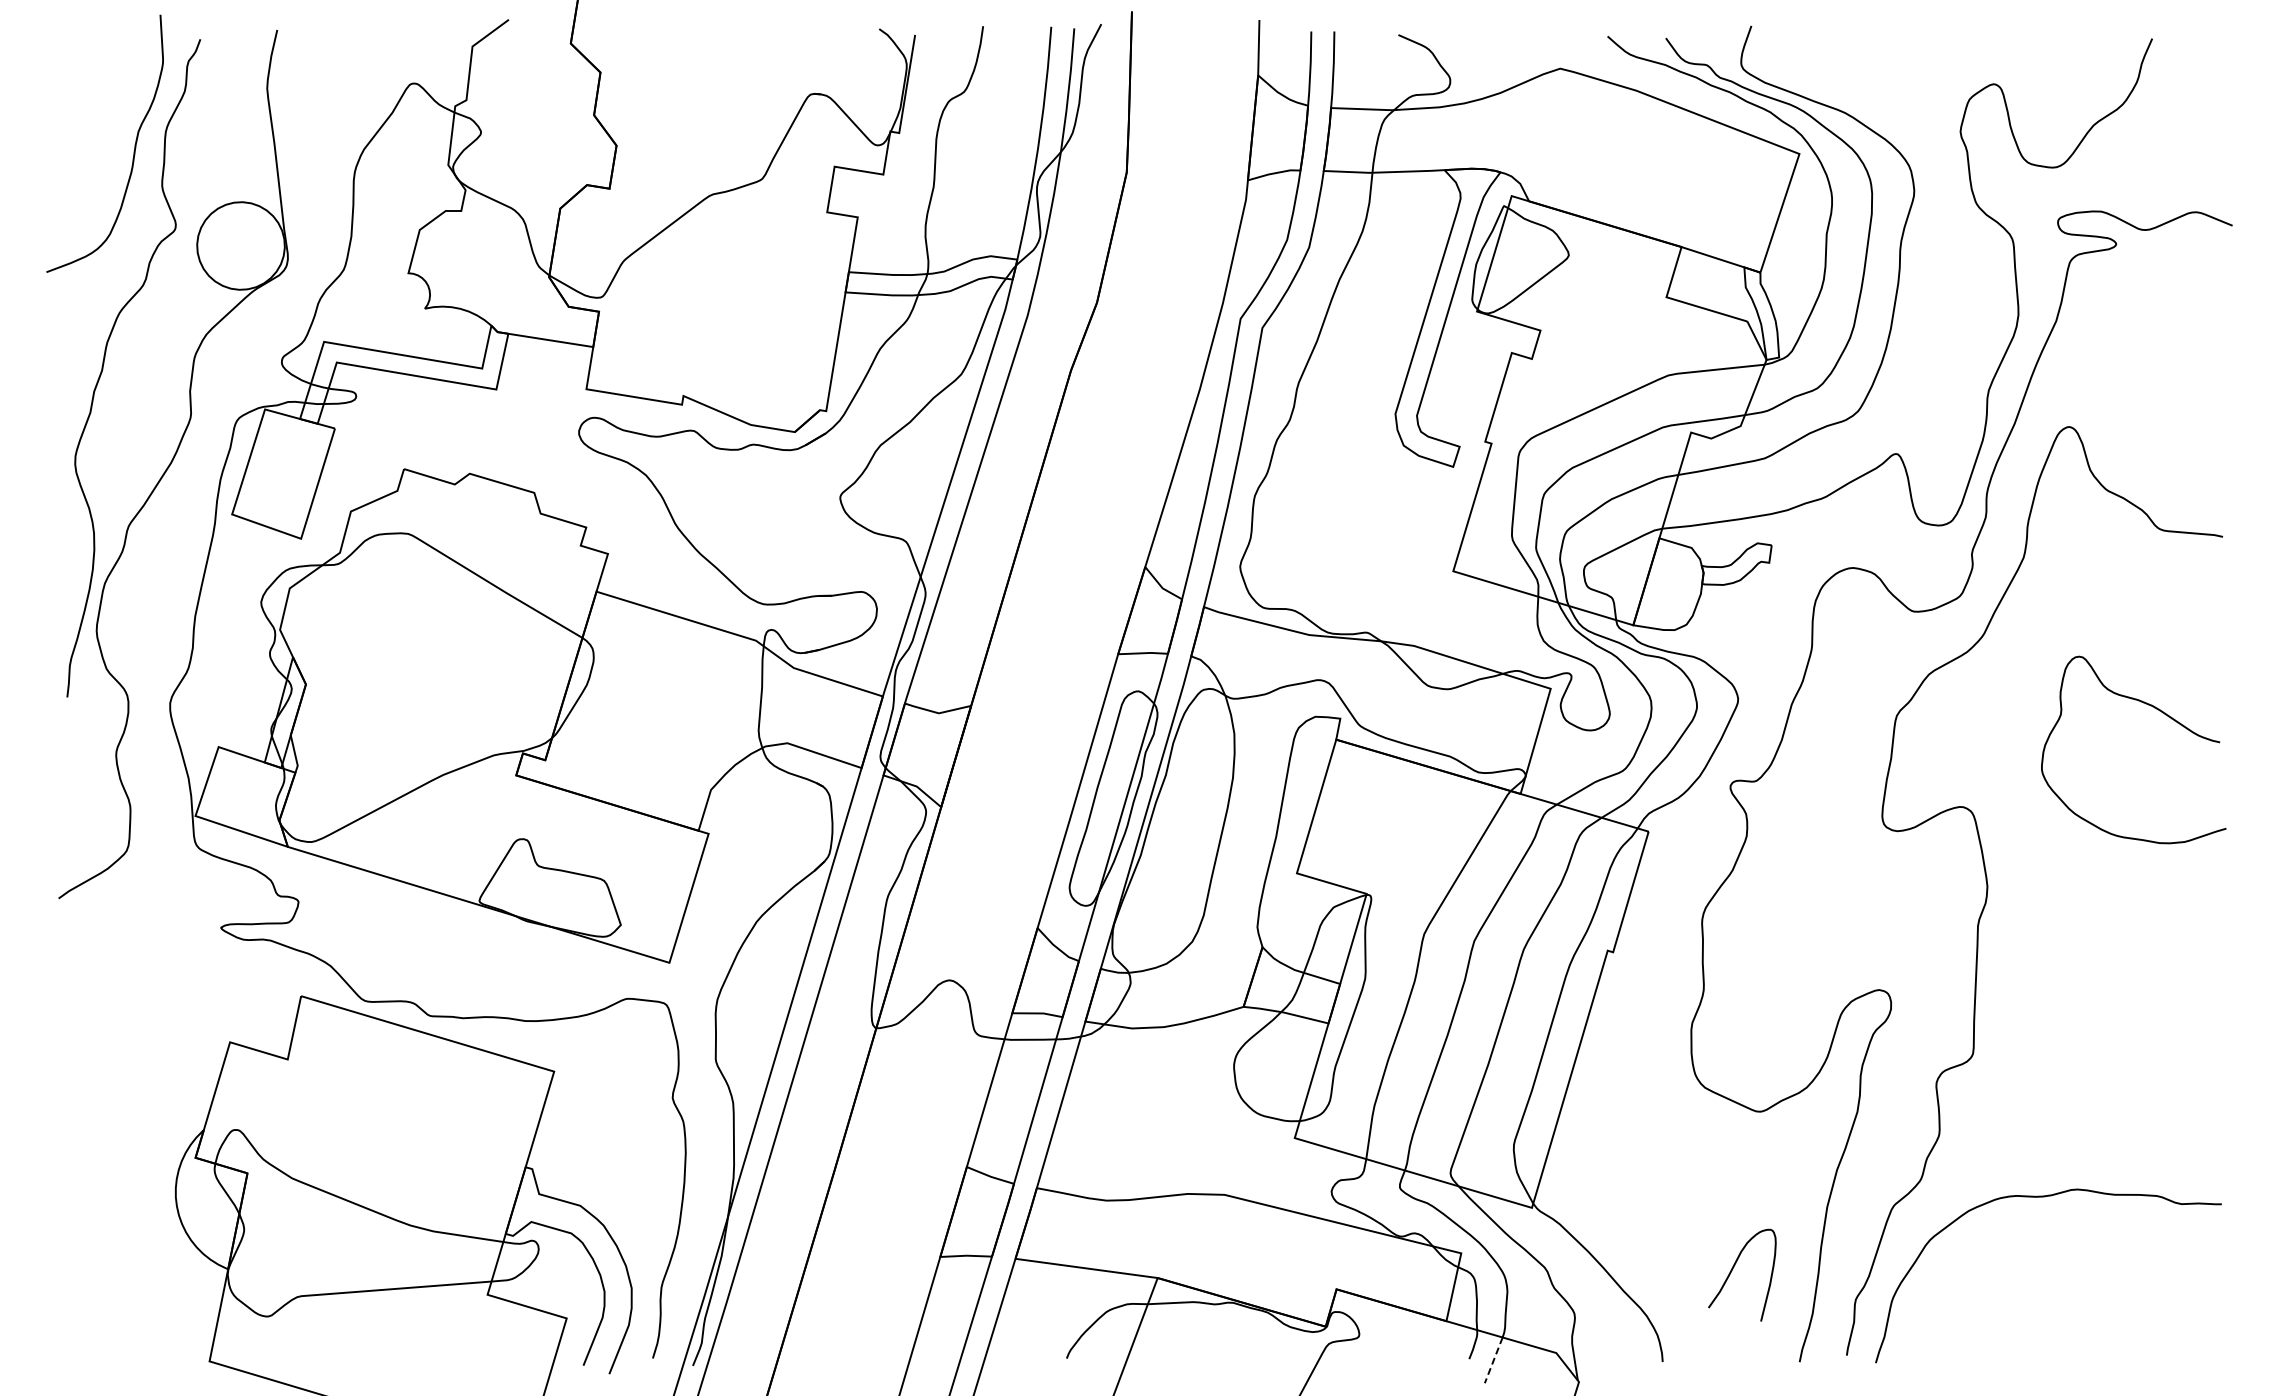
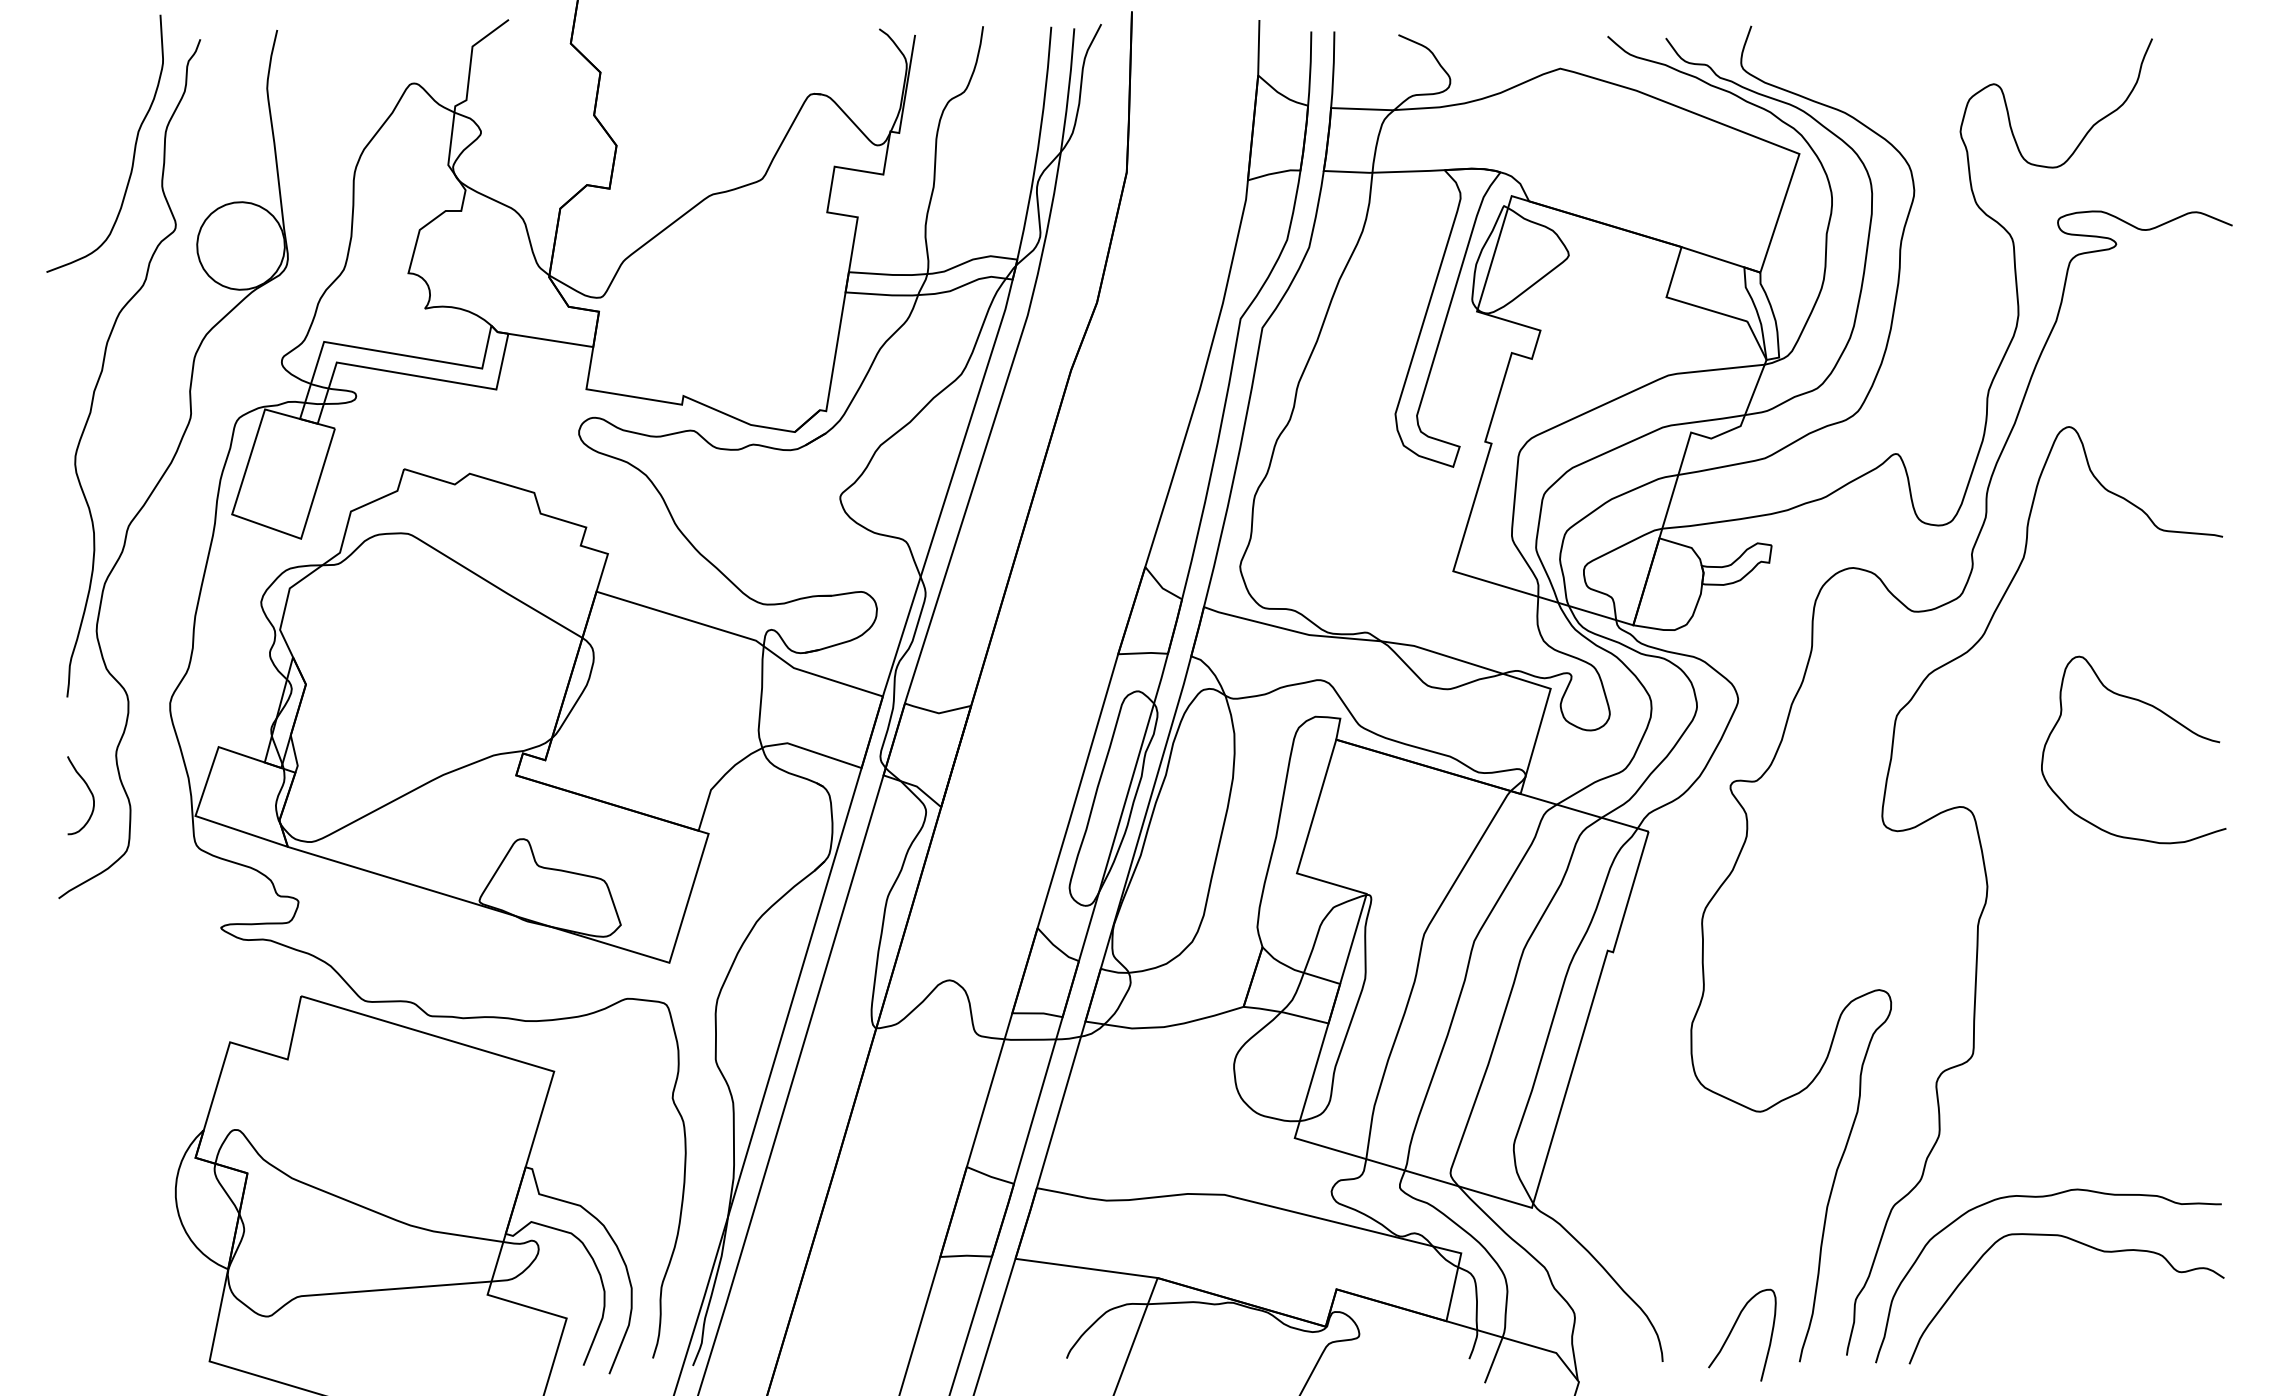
curve at (89, 791): none -> present
curve at (2086, 1246): none -> present
curve at (1733, 1269) position: (1733, 1269) -> (1733, 1329)
line at (1493, 1360): dashed -> solid
